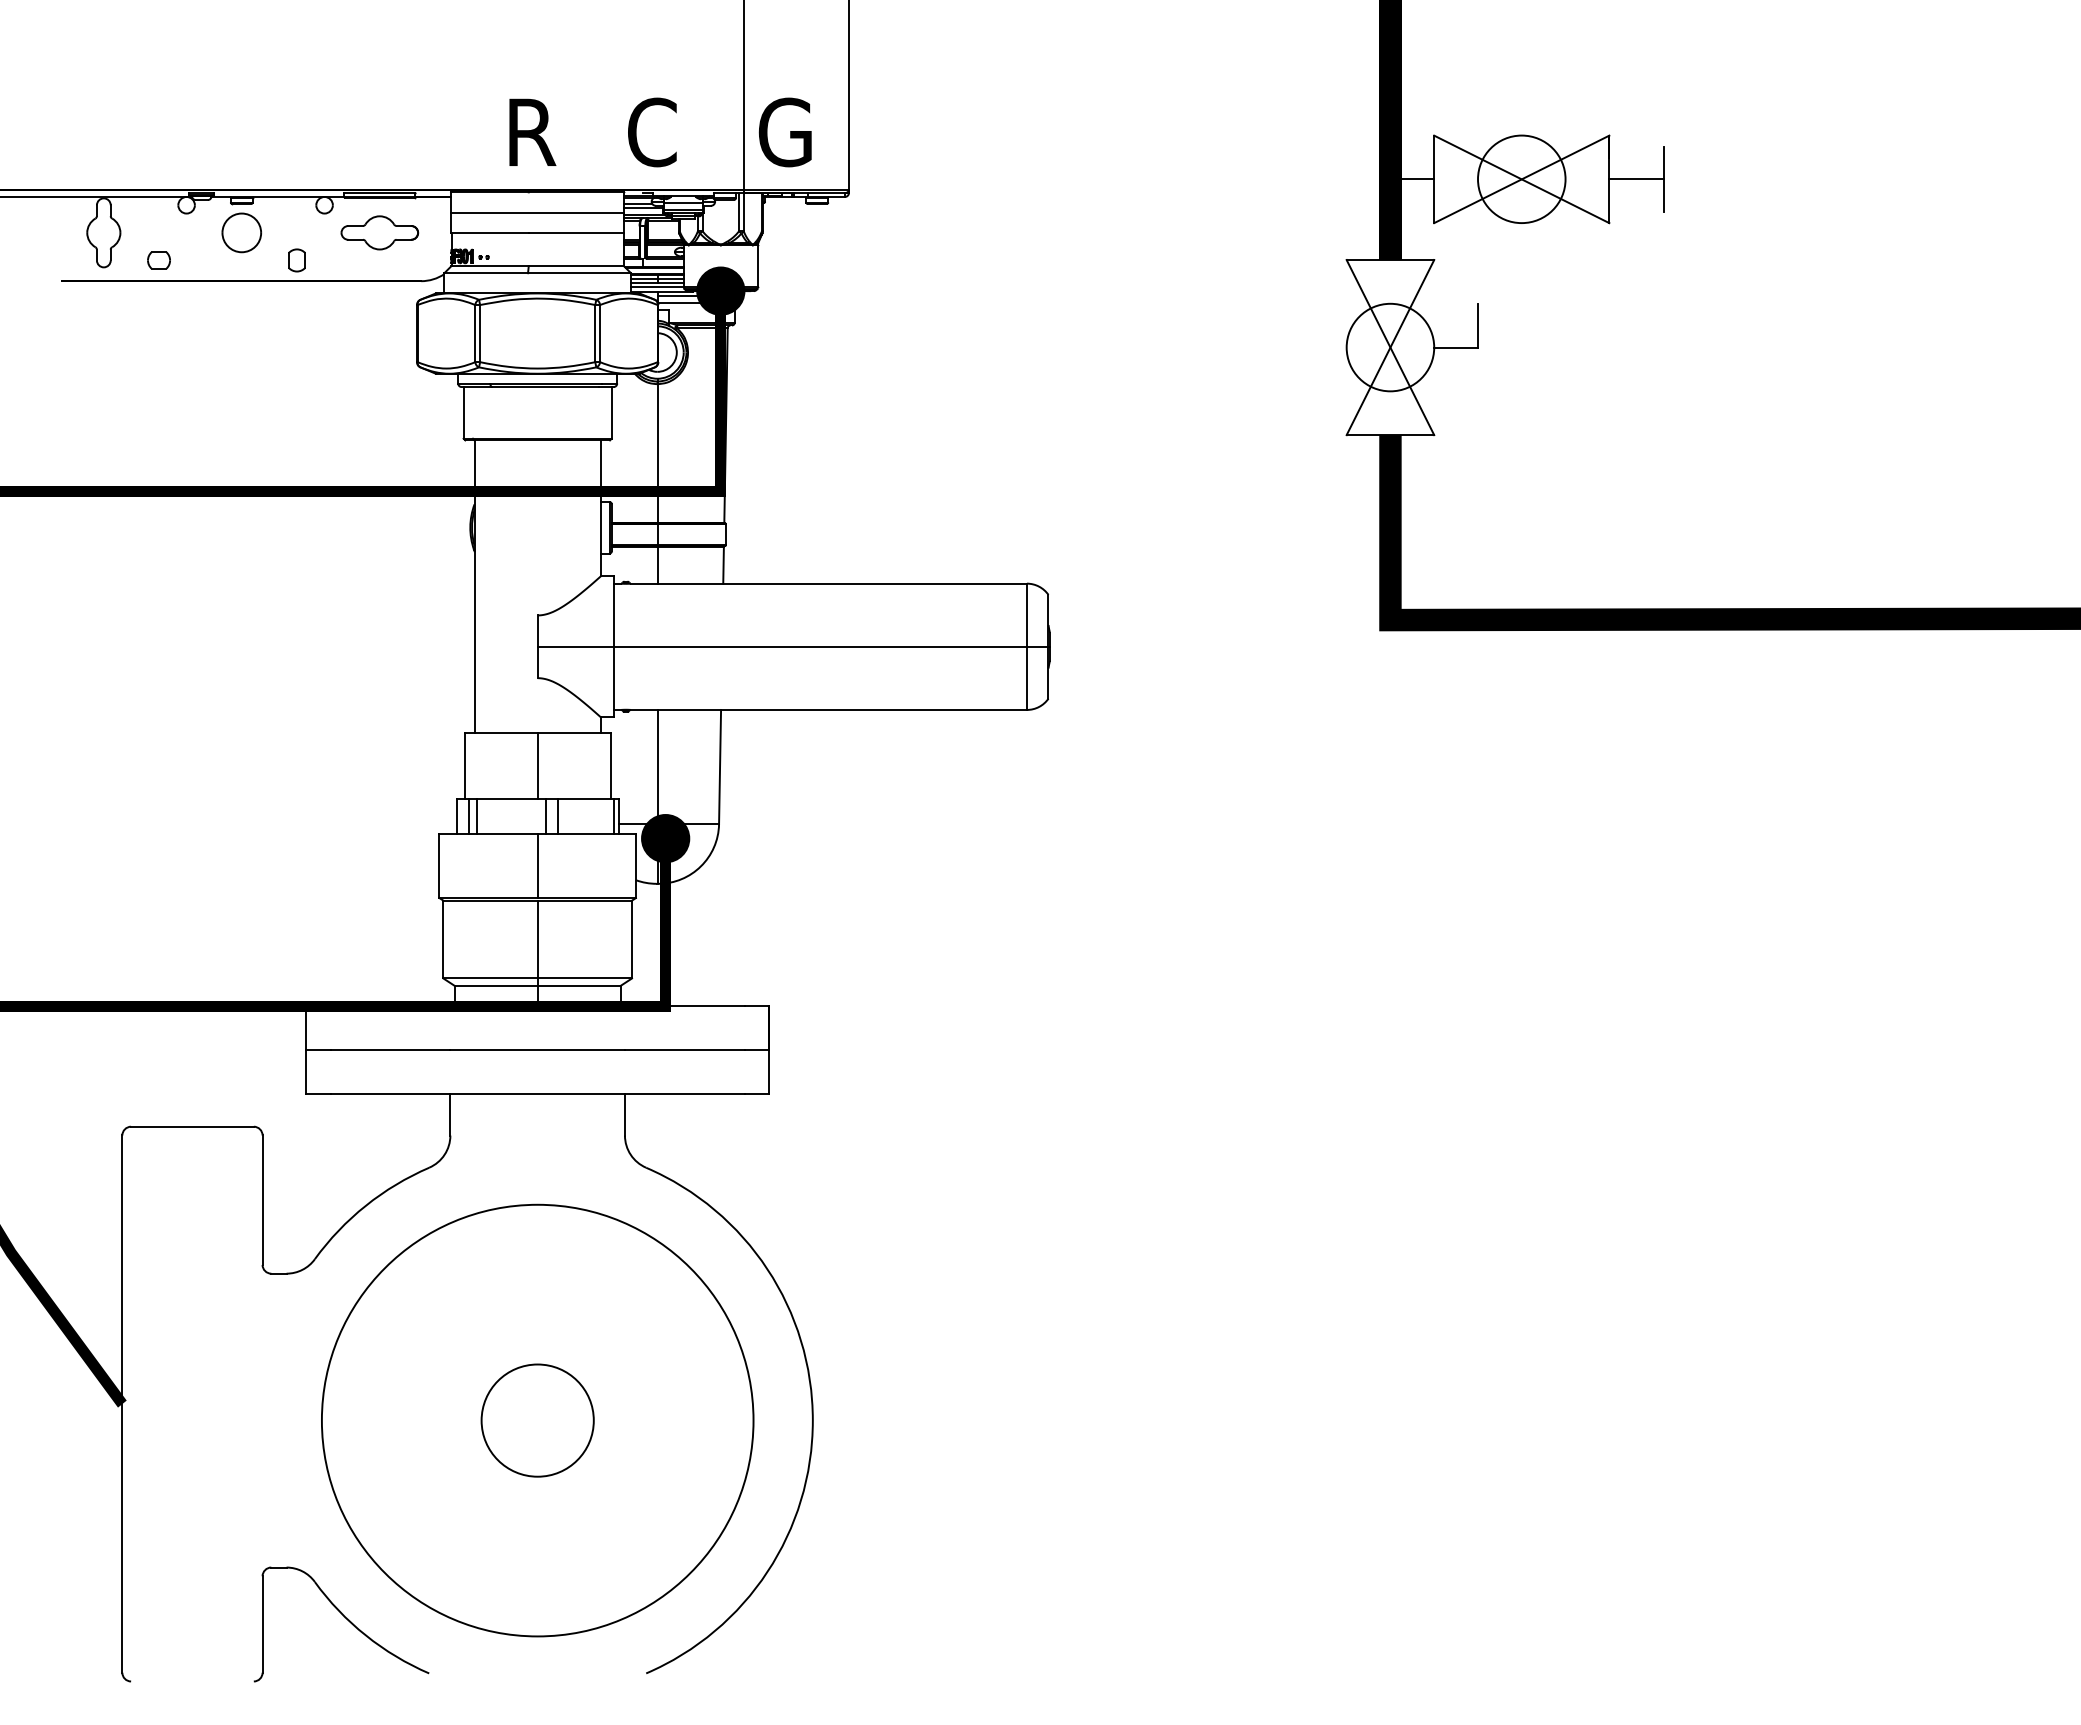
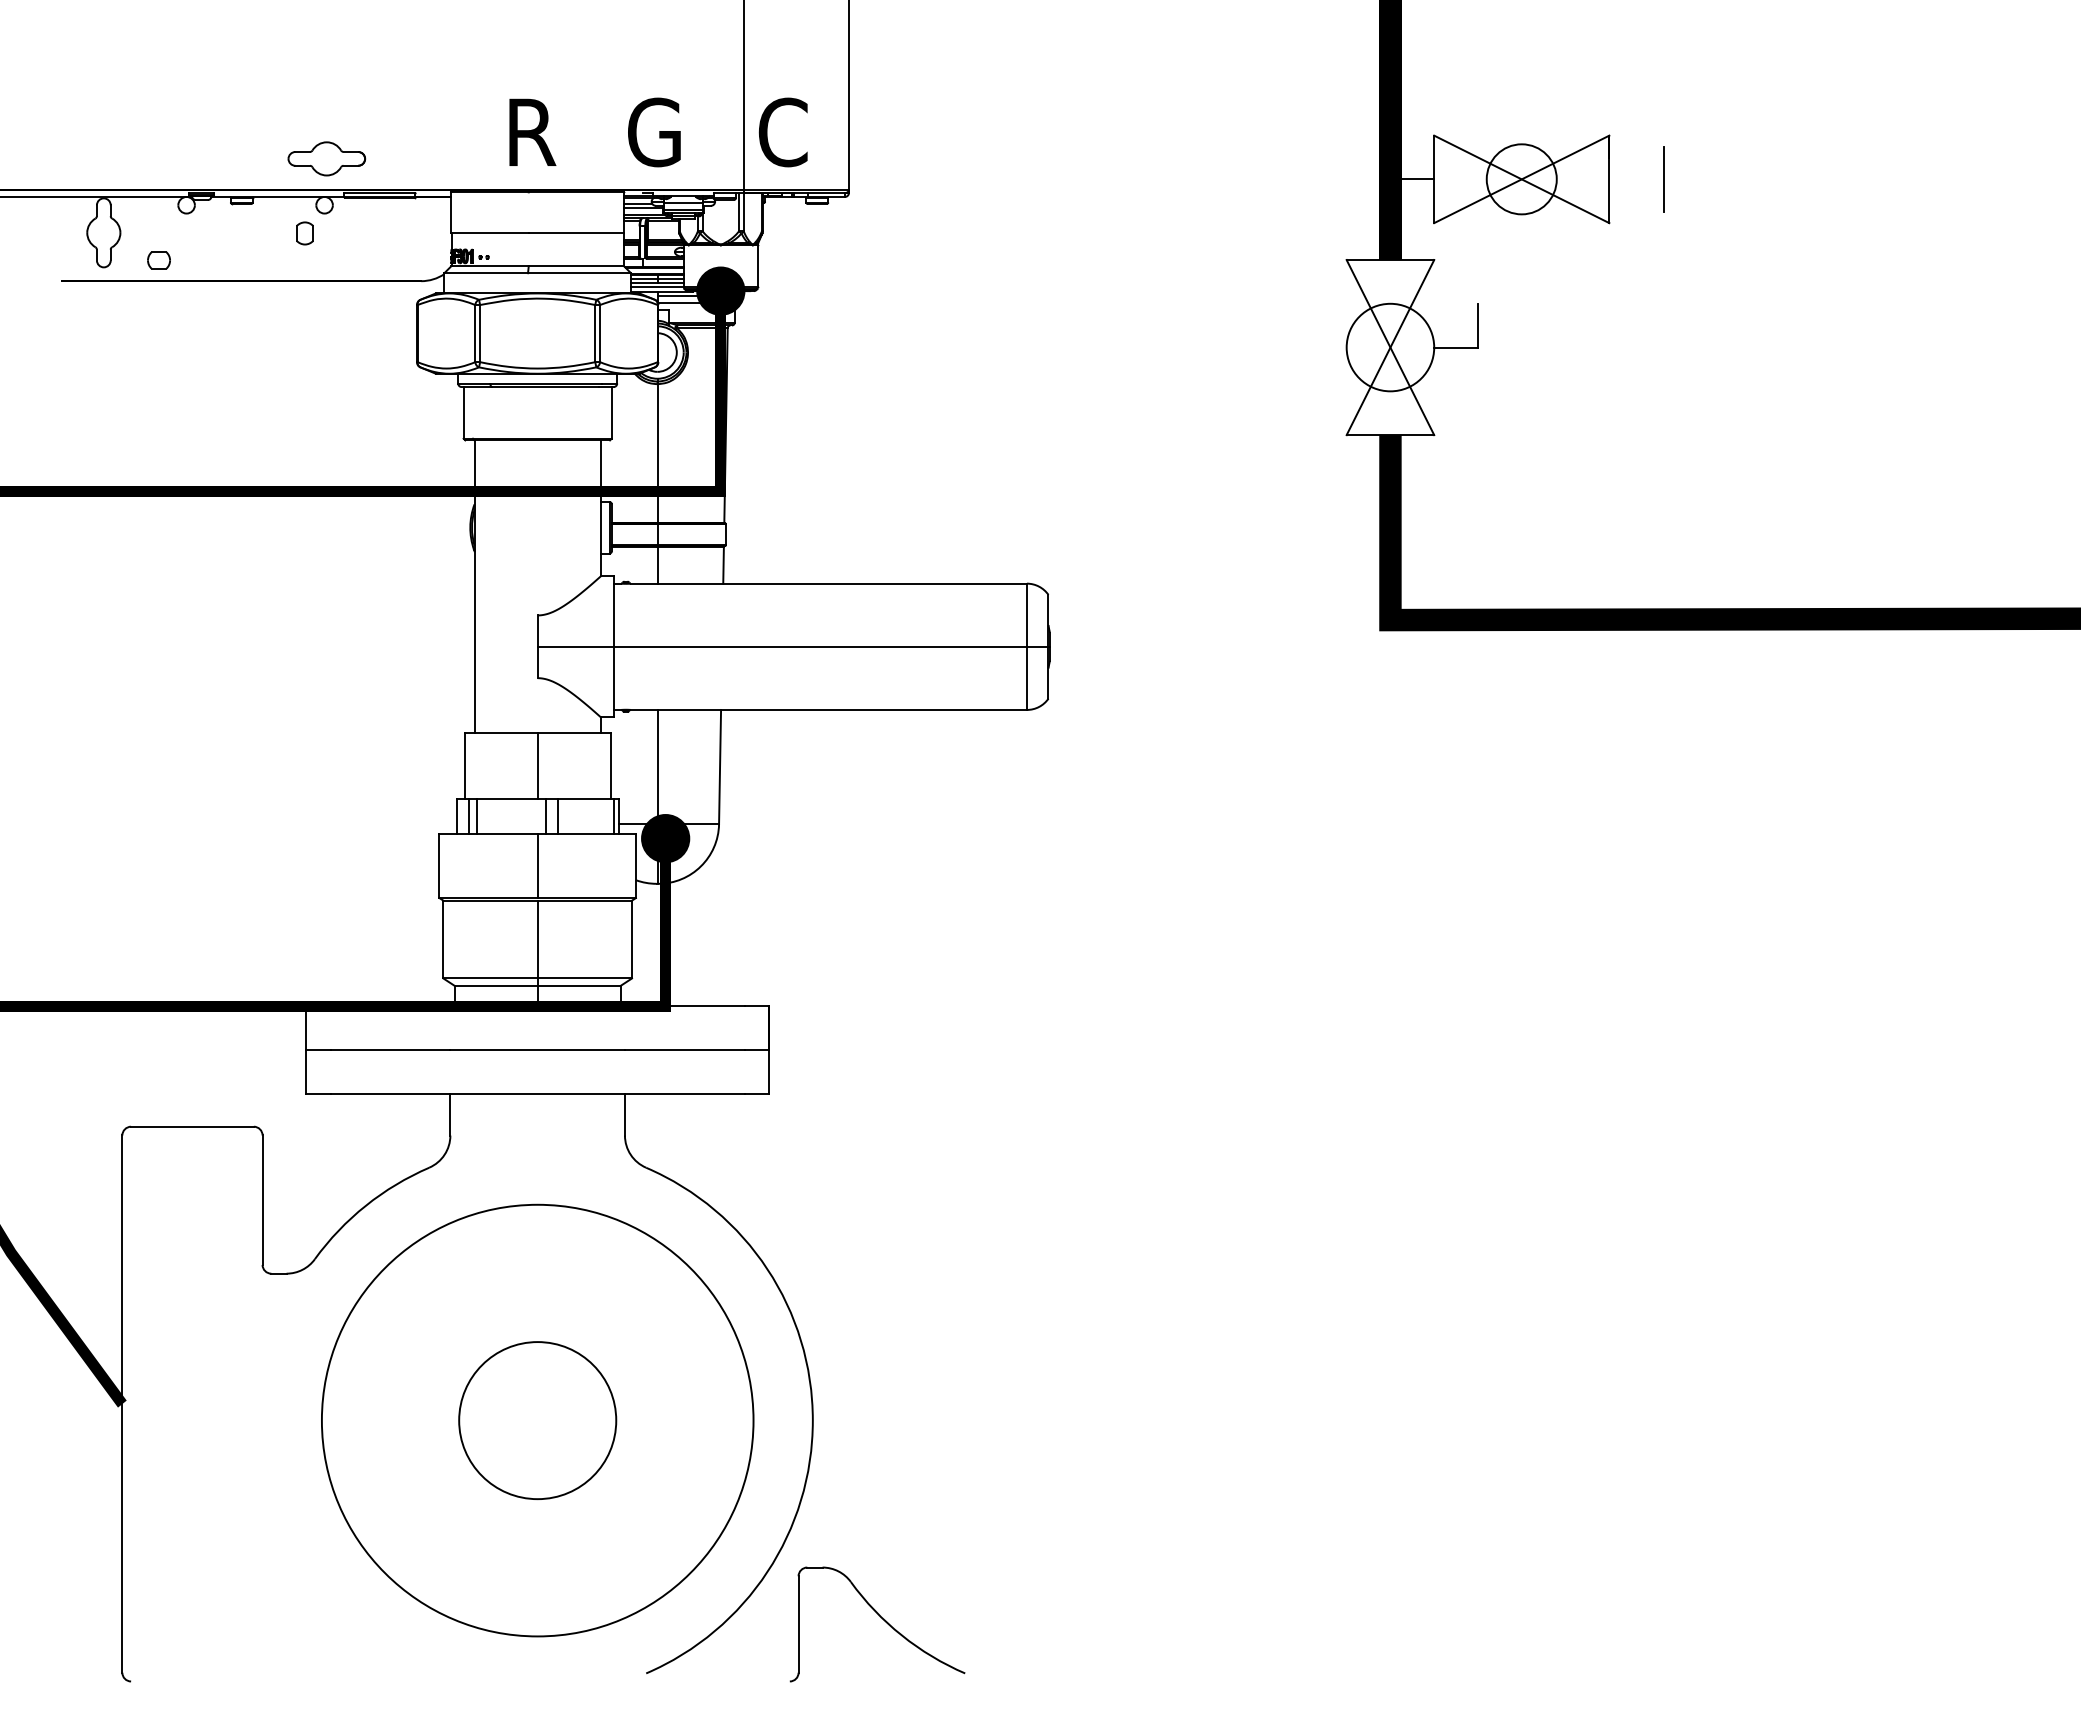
text at (661, 132): C -> G
text at (794, 132): G -> C
circle at (1521, 179) diameter: 88 px -> 70 px
line at (1636, 179): present -> none
line at (537, 212): present -> none
part at (241, 232): present -> none
part at (379, 232) position: (379, 232) -> (326, 158)
part at (296, 260) position: (296, 260) -> (304, 233)
circle at (537, 1420) diameter: 112 px -> 157 px
part at (346, 1619) position: (346, 1619) -> (882, 1619)
